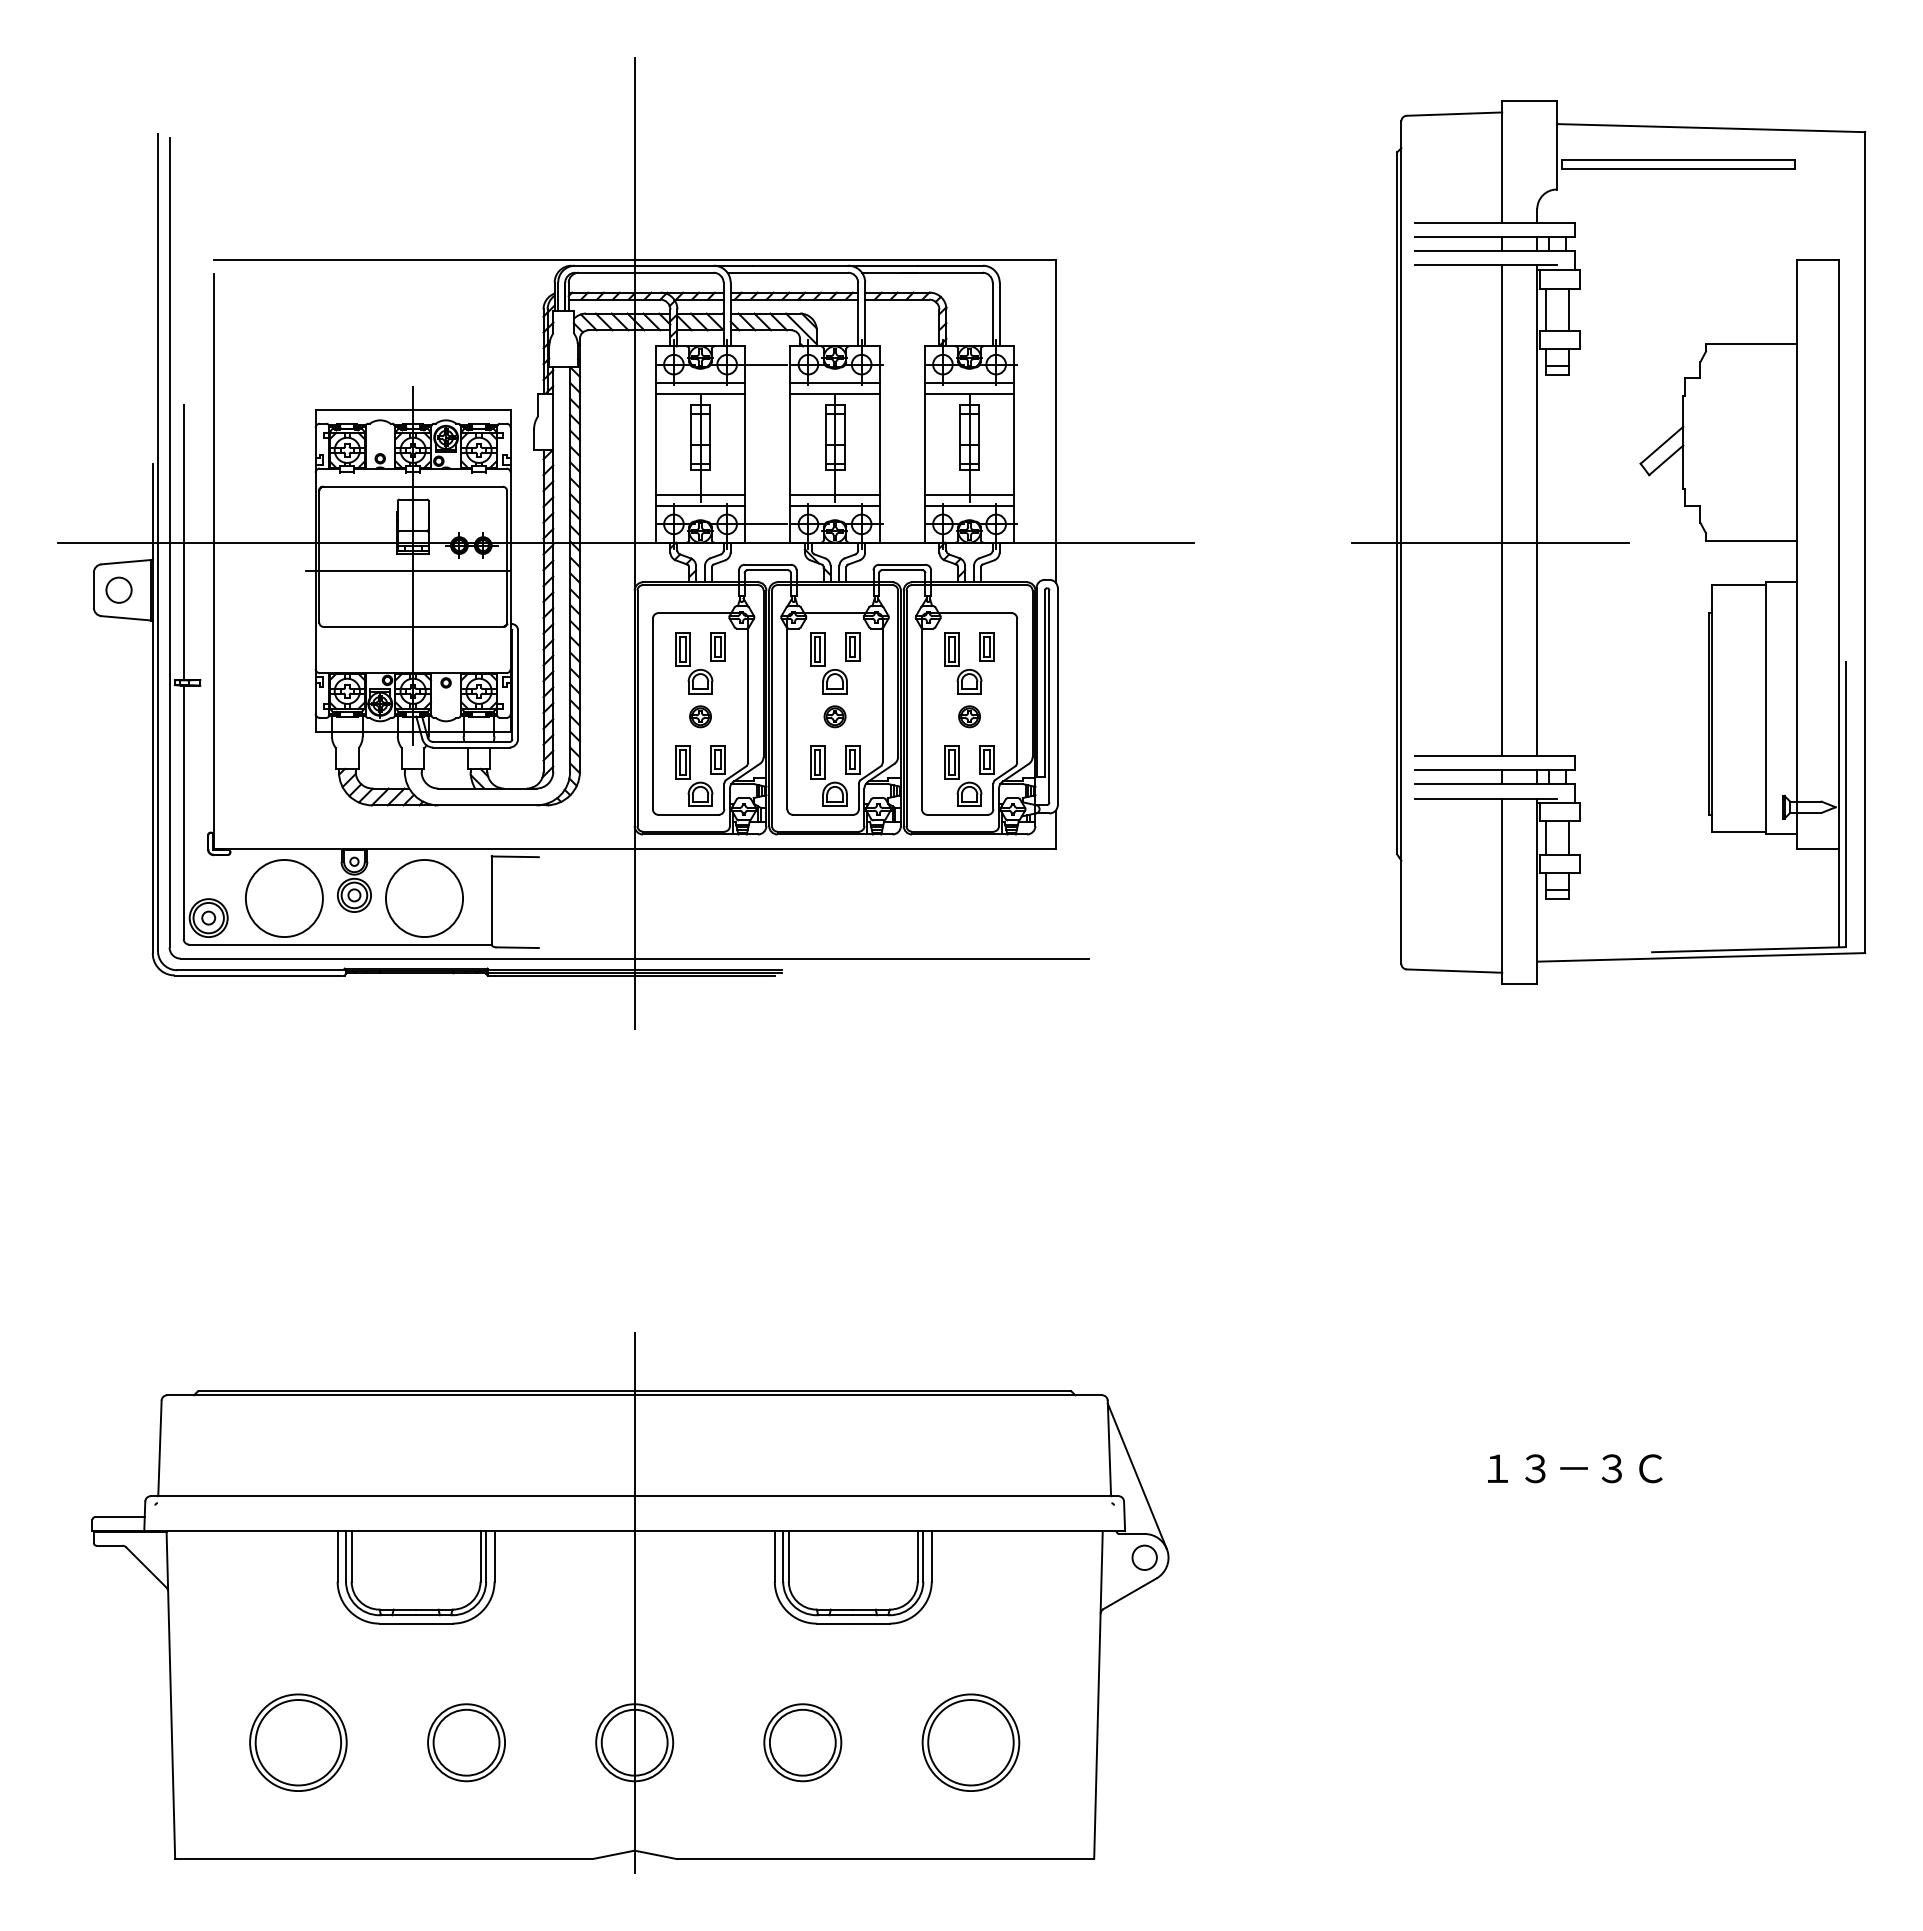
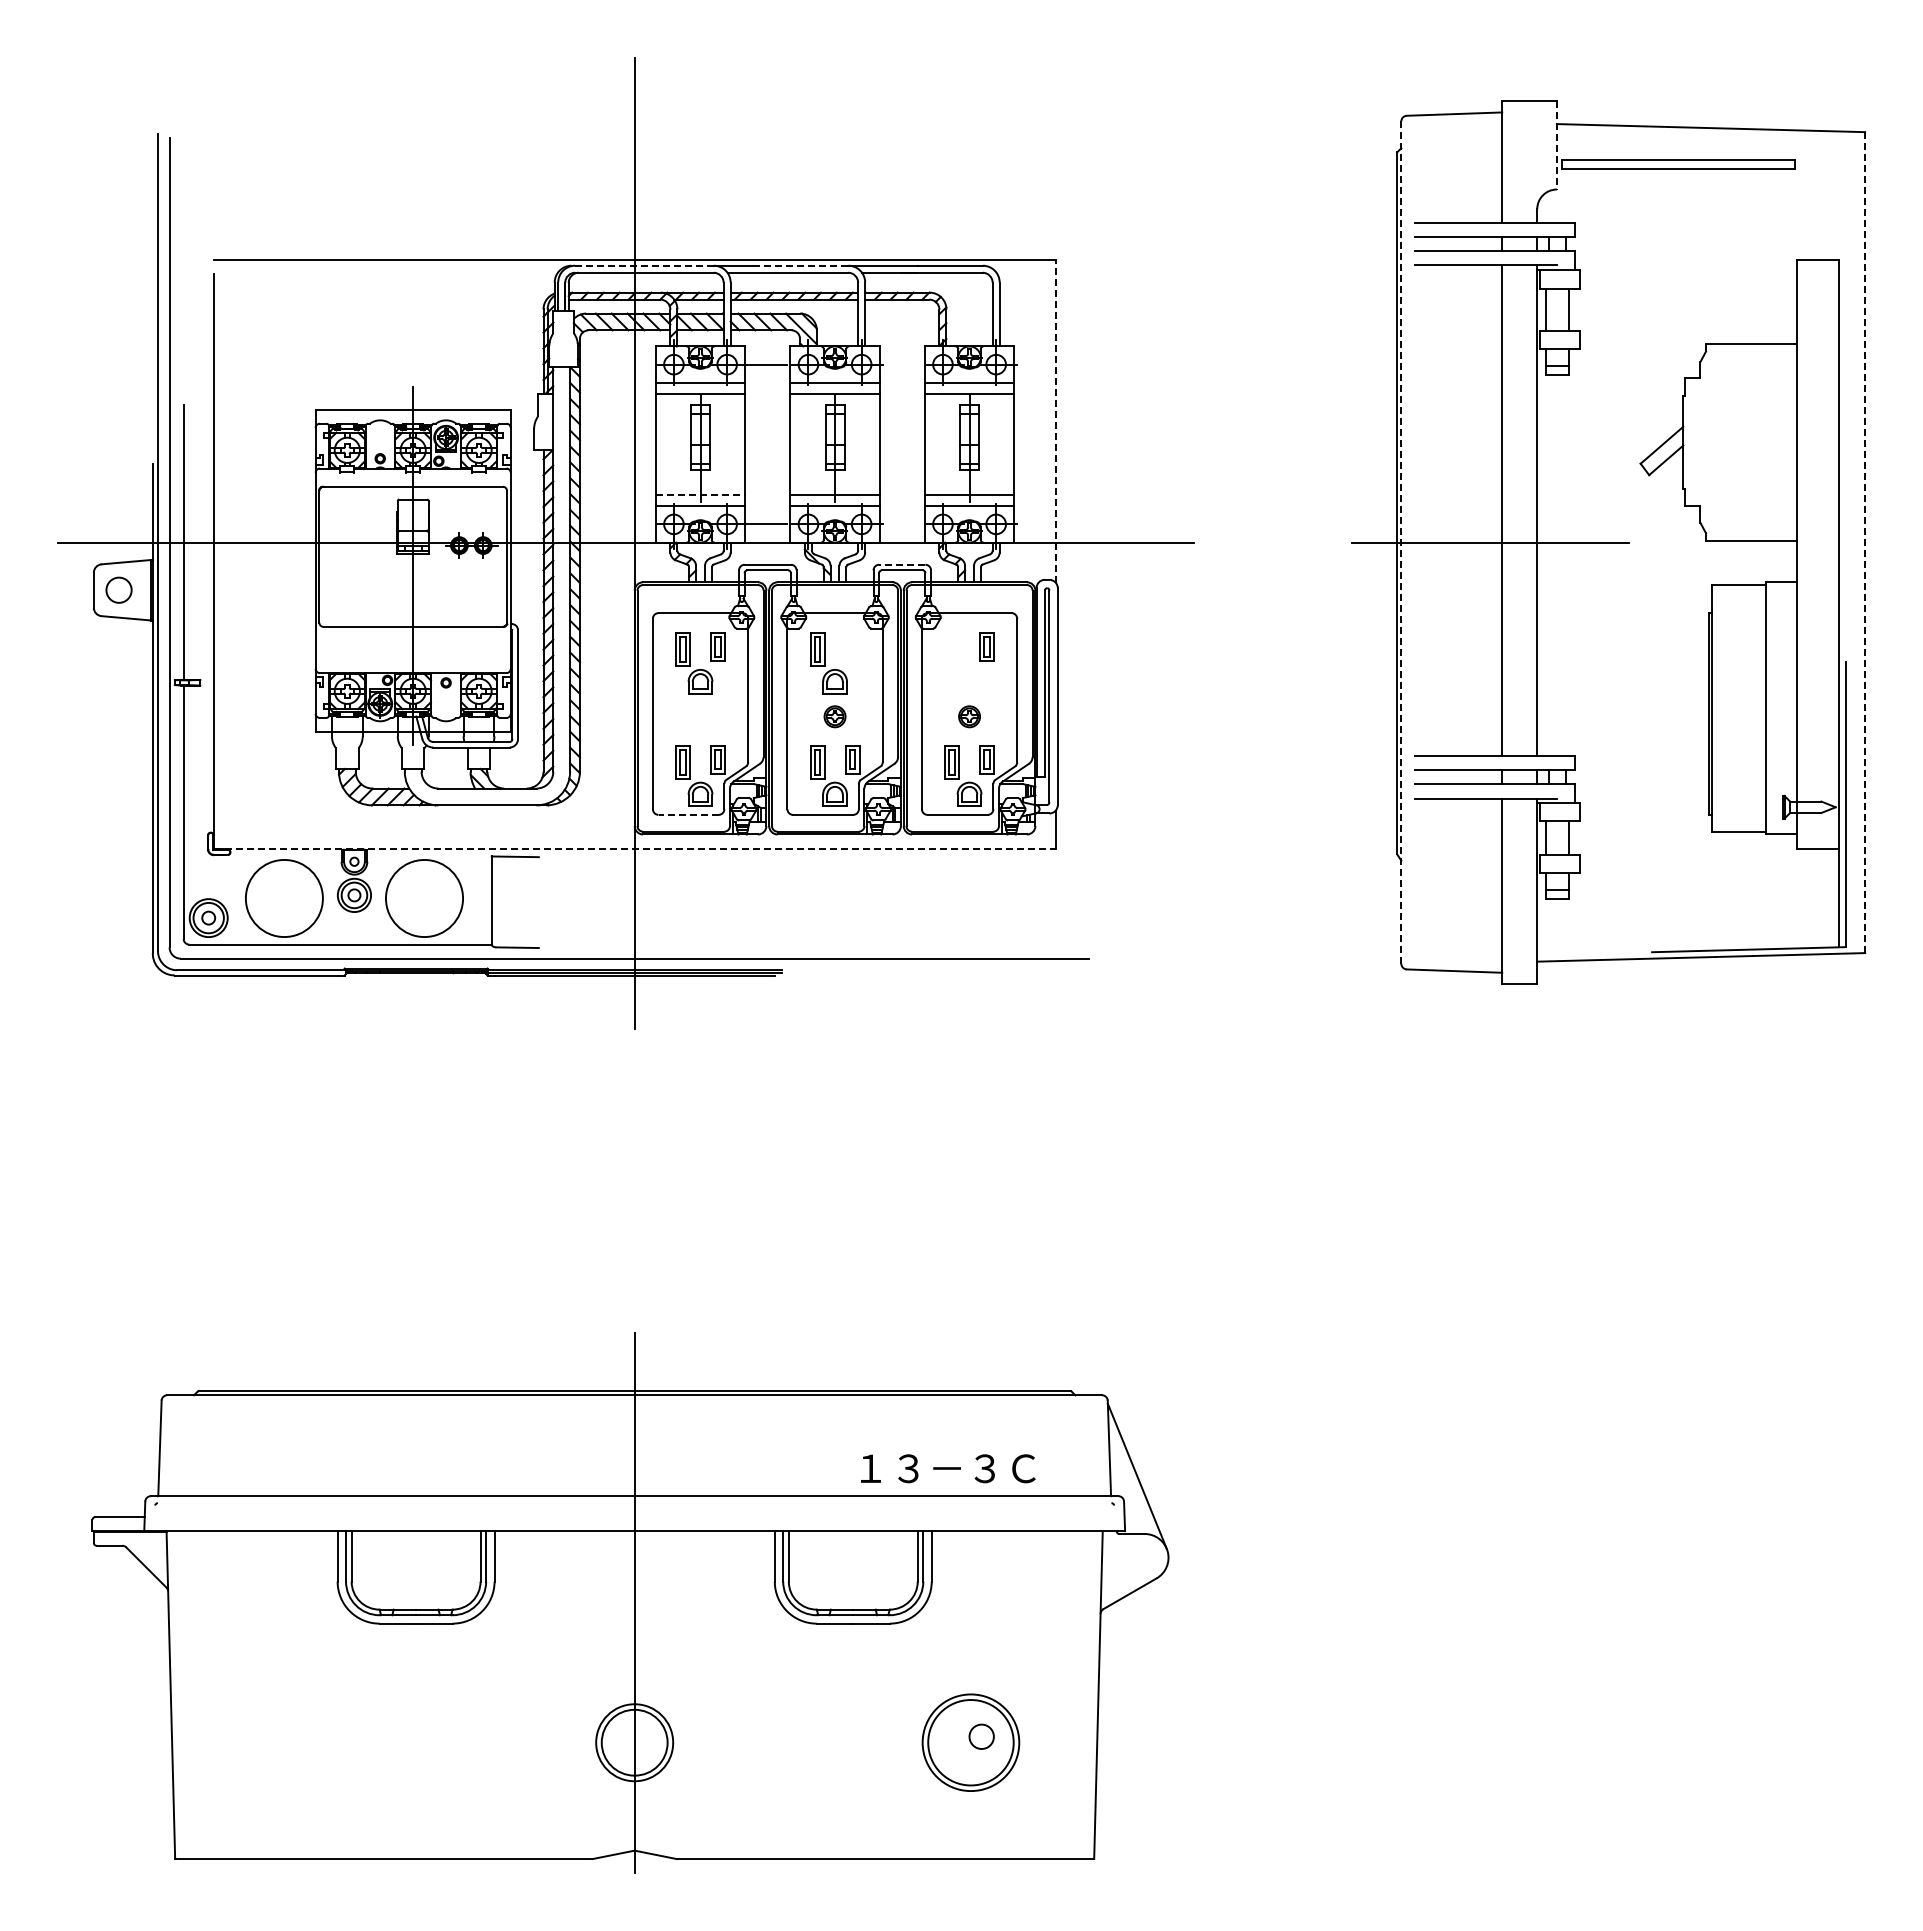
line at (1556, 145): solid -> dashed
line at (642, 265): solid -> dashed
line at (800, 265): solid -> dashed
line at (1055, 420): solid -> dashed
line at (700, 494): solid -> dashed
line at (1401, 542): solid -> dashed
line at (1865, 543): solid -> dashed
line at (901, 564): solid -> dashed
line at (407, 570): present -> none
part at (852, 646): present -> none
part at (963, 663): present -> none
part at (700, 716): present -> none
line at (688, 814): solid -> dashed
line at (635, 848): solid -> dashed
text at (1575, 1468) position: (1575, 1468) -> (948, 1468)
circle at (1144, 1557) position: (1144, 1557) -> (981, 1736)
part at (298, 1742): present -> none
part at (466, 1742): present -> none
part at (802, 1742): present -> none
